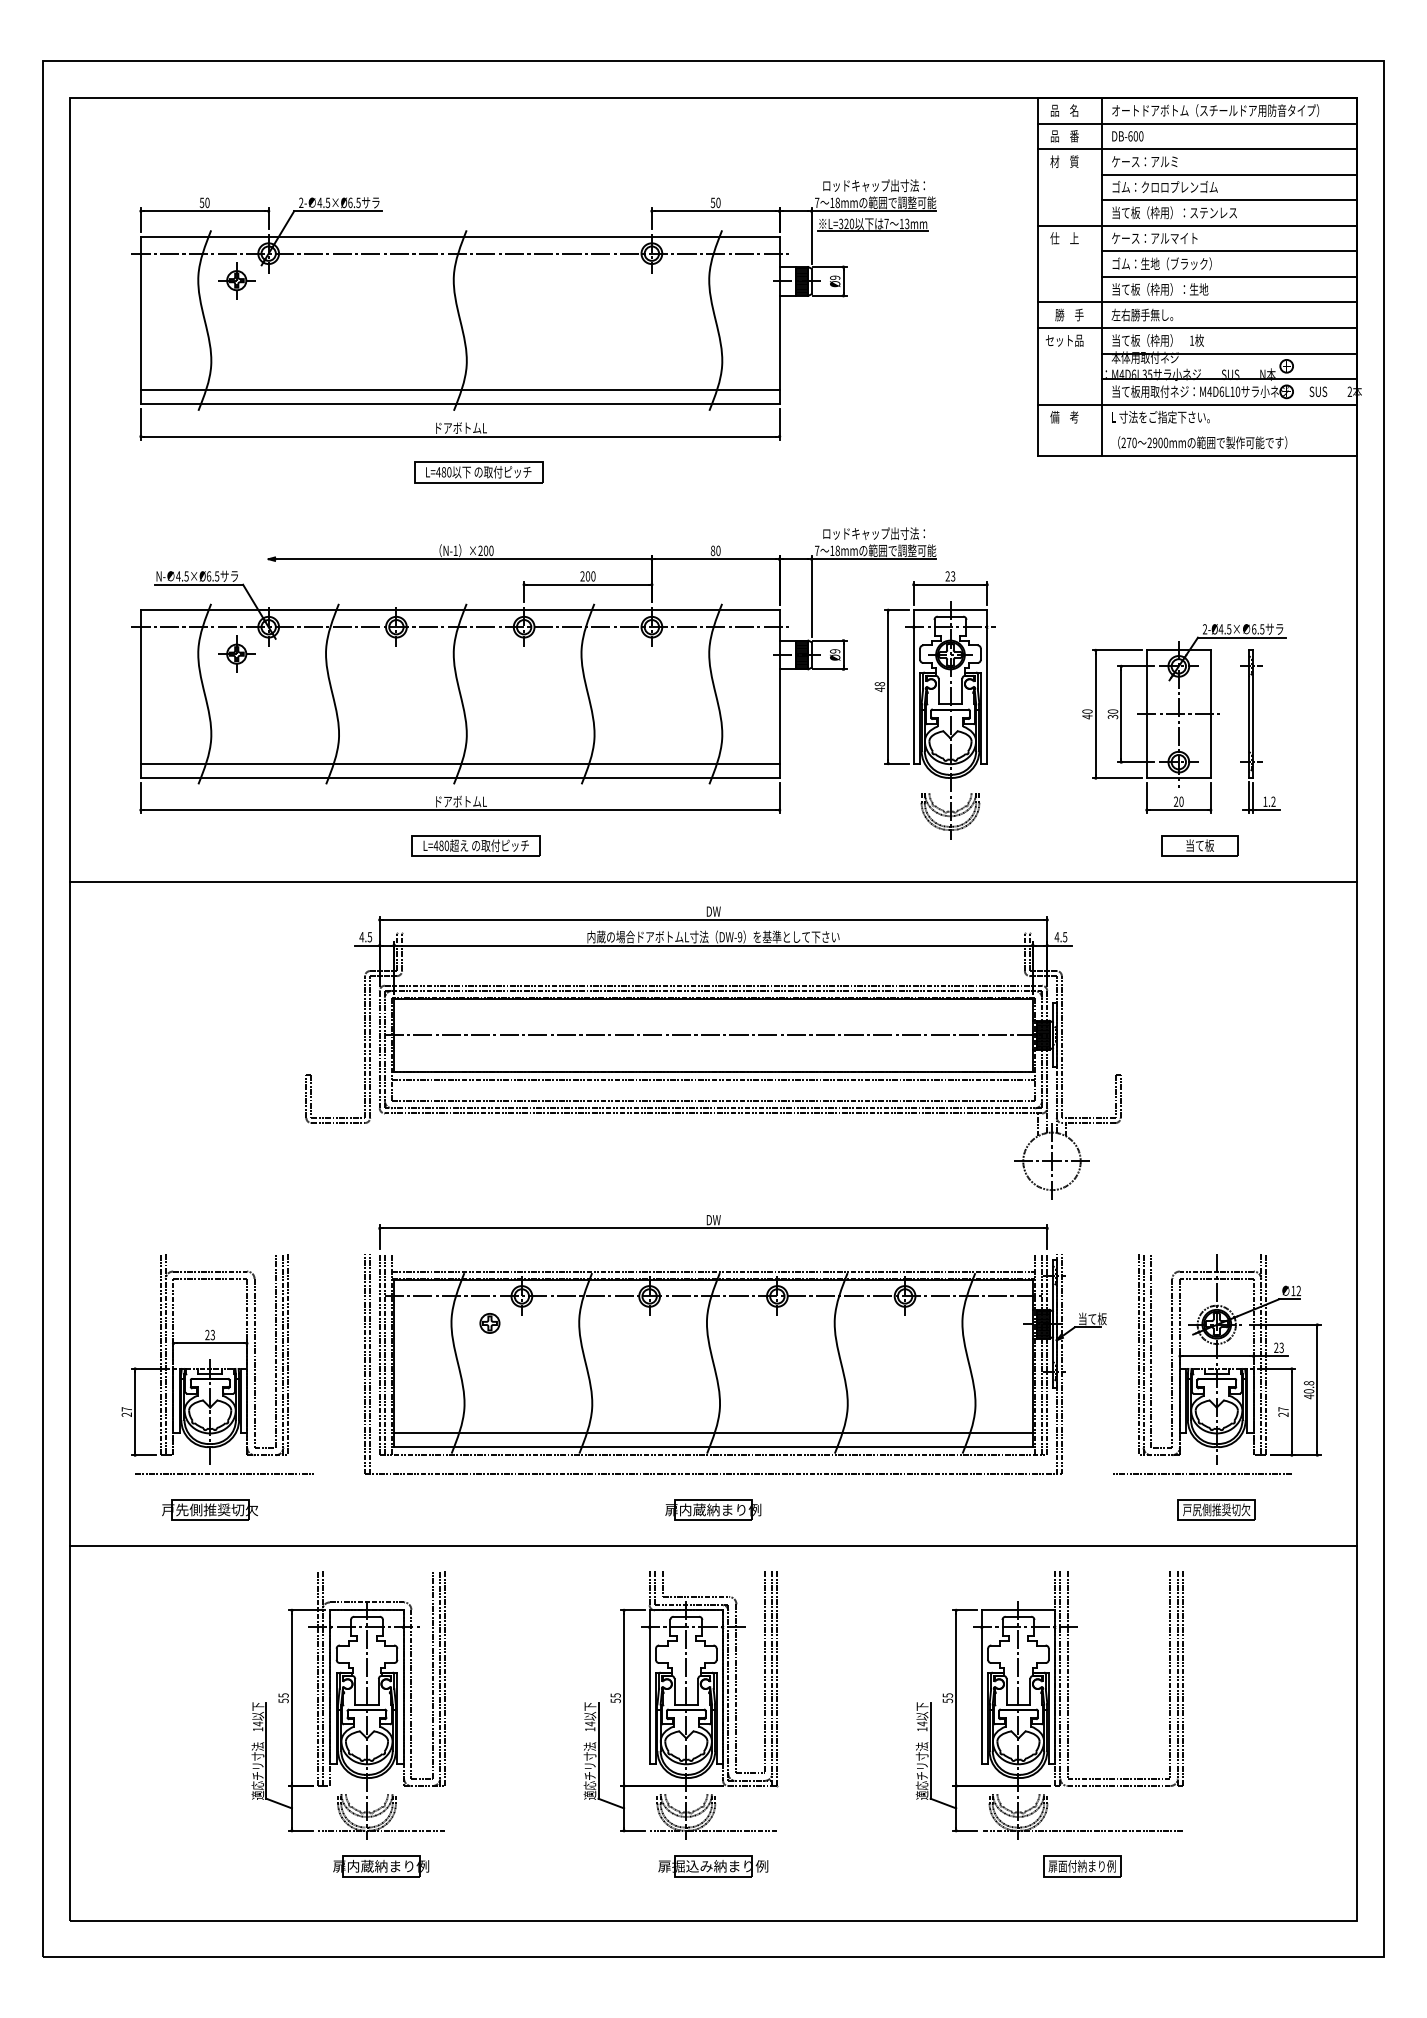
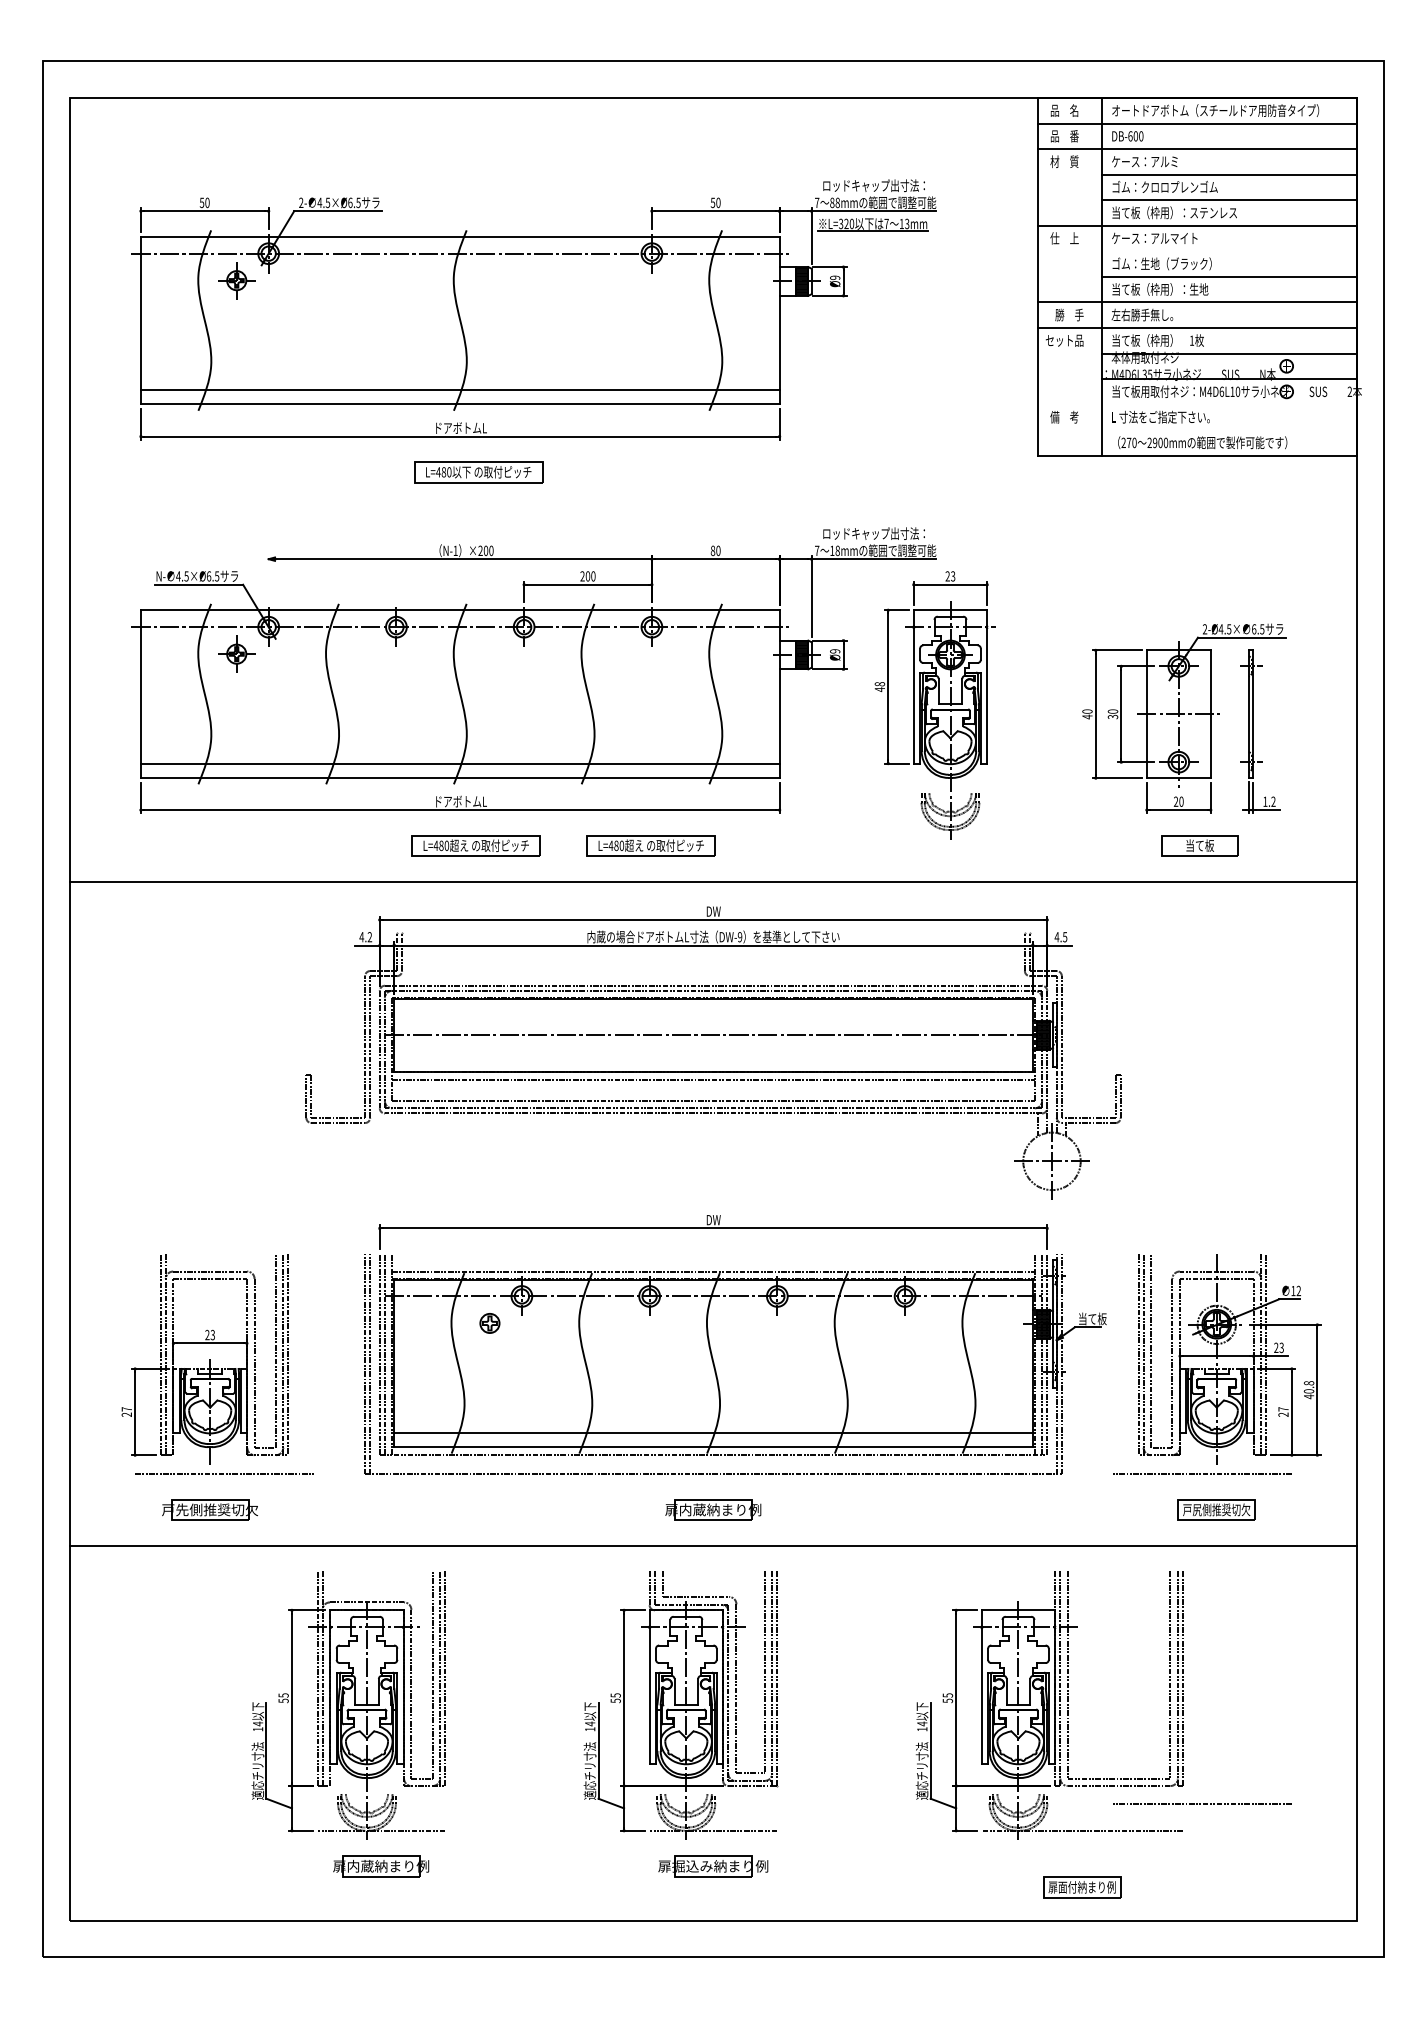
text at (832, 202): 18mm -> 88mm
line at (1228, 251): present -> none
line at (1196, 404): present -> none
part at (650, 845): none -> present
text at (369, 937): 4.5 -> 4.2
line at (1203, 1803): none -> present
part at (1082, 1866) position: (1082, 1866) -> (1082, 1887)
